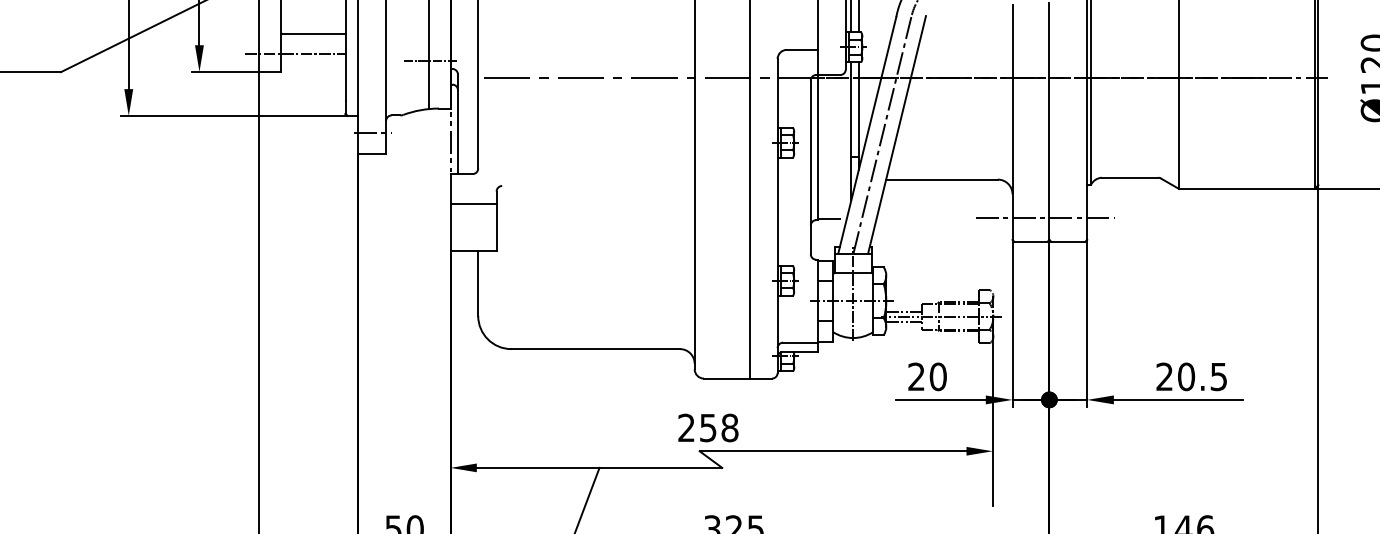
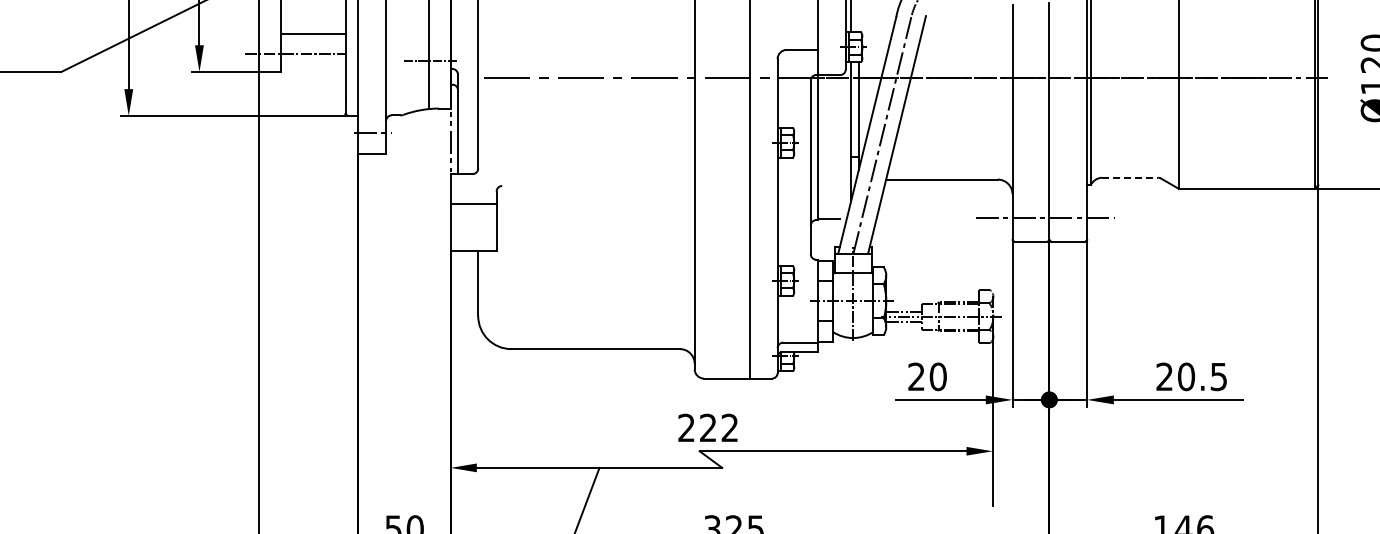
line at (858, 17): present -> none
line at (1130, 177): solid -> dashed
text at (719, 427): 258 -> 222
